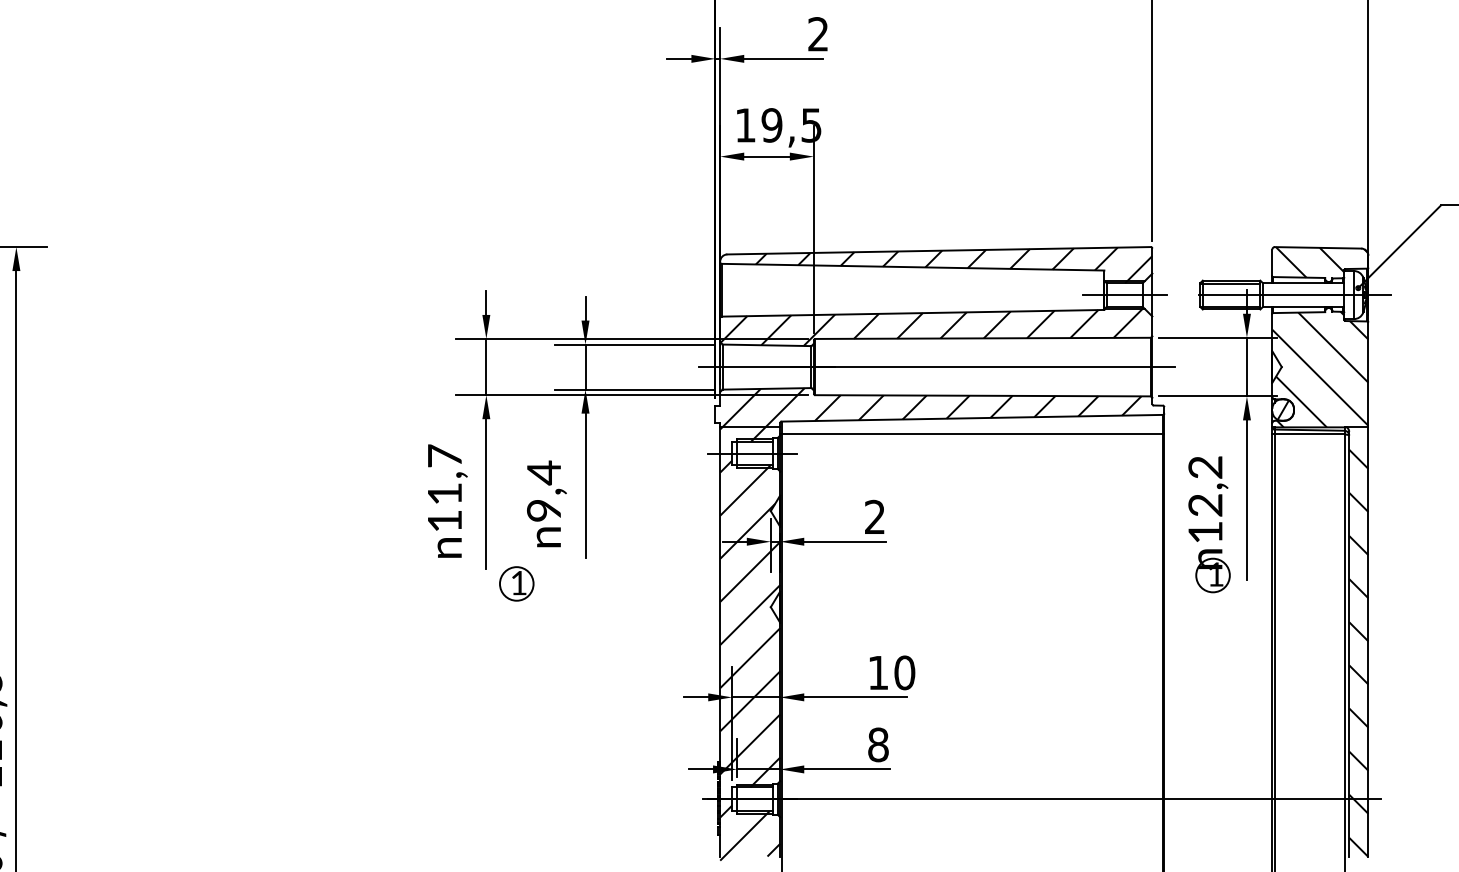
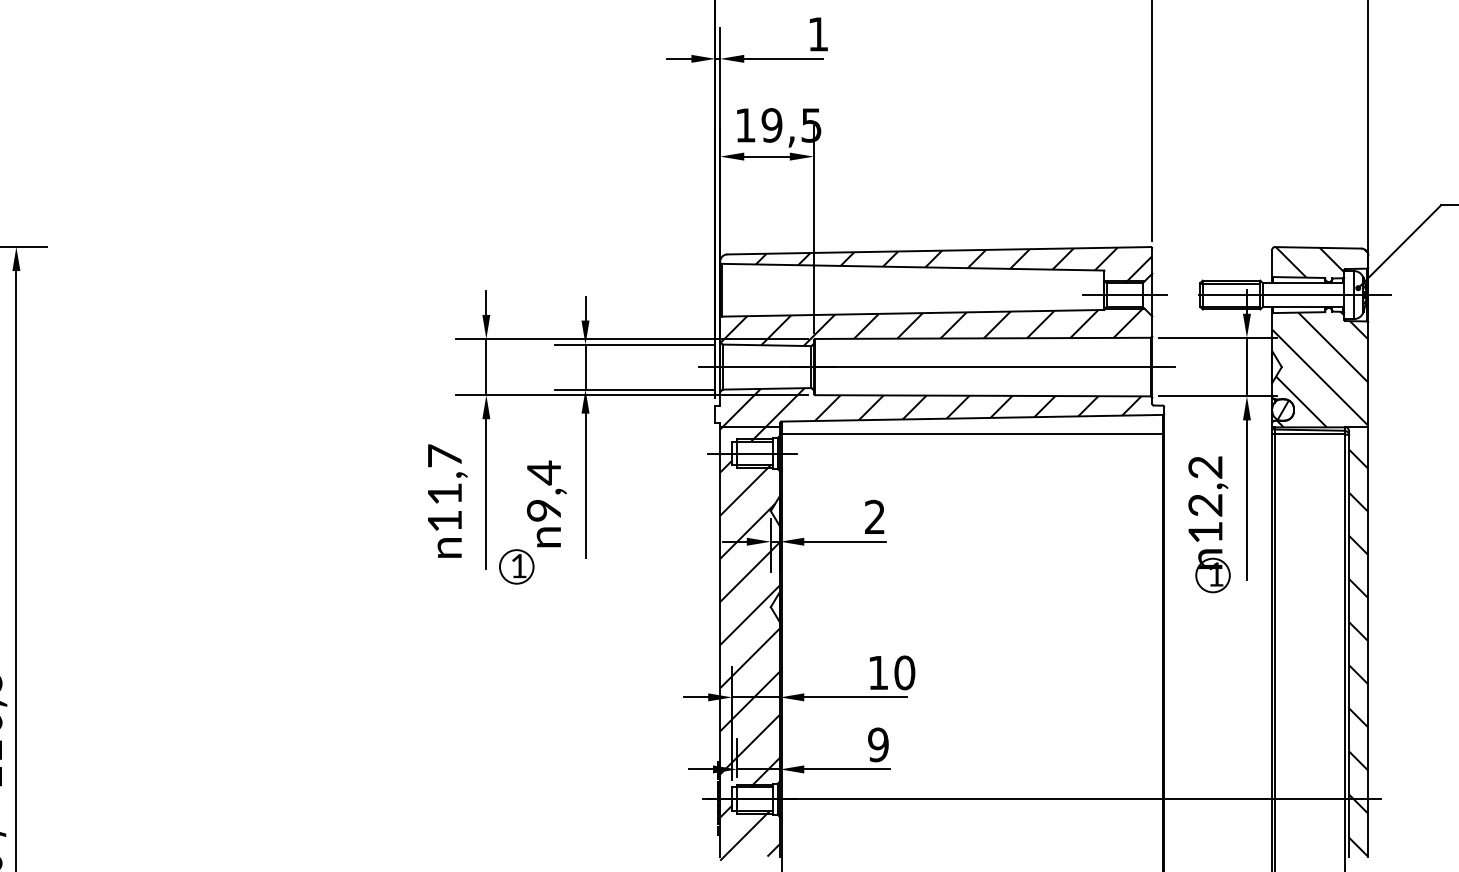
text at (817, 34): 2 -> 1
part at (516, 583) position: (516, 583) -> (516, 566)
text at (878, 744): 8 -> 9
